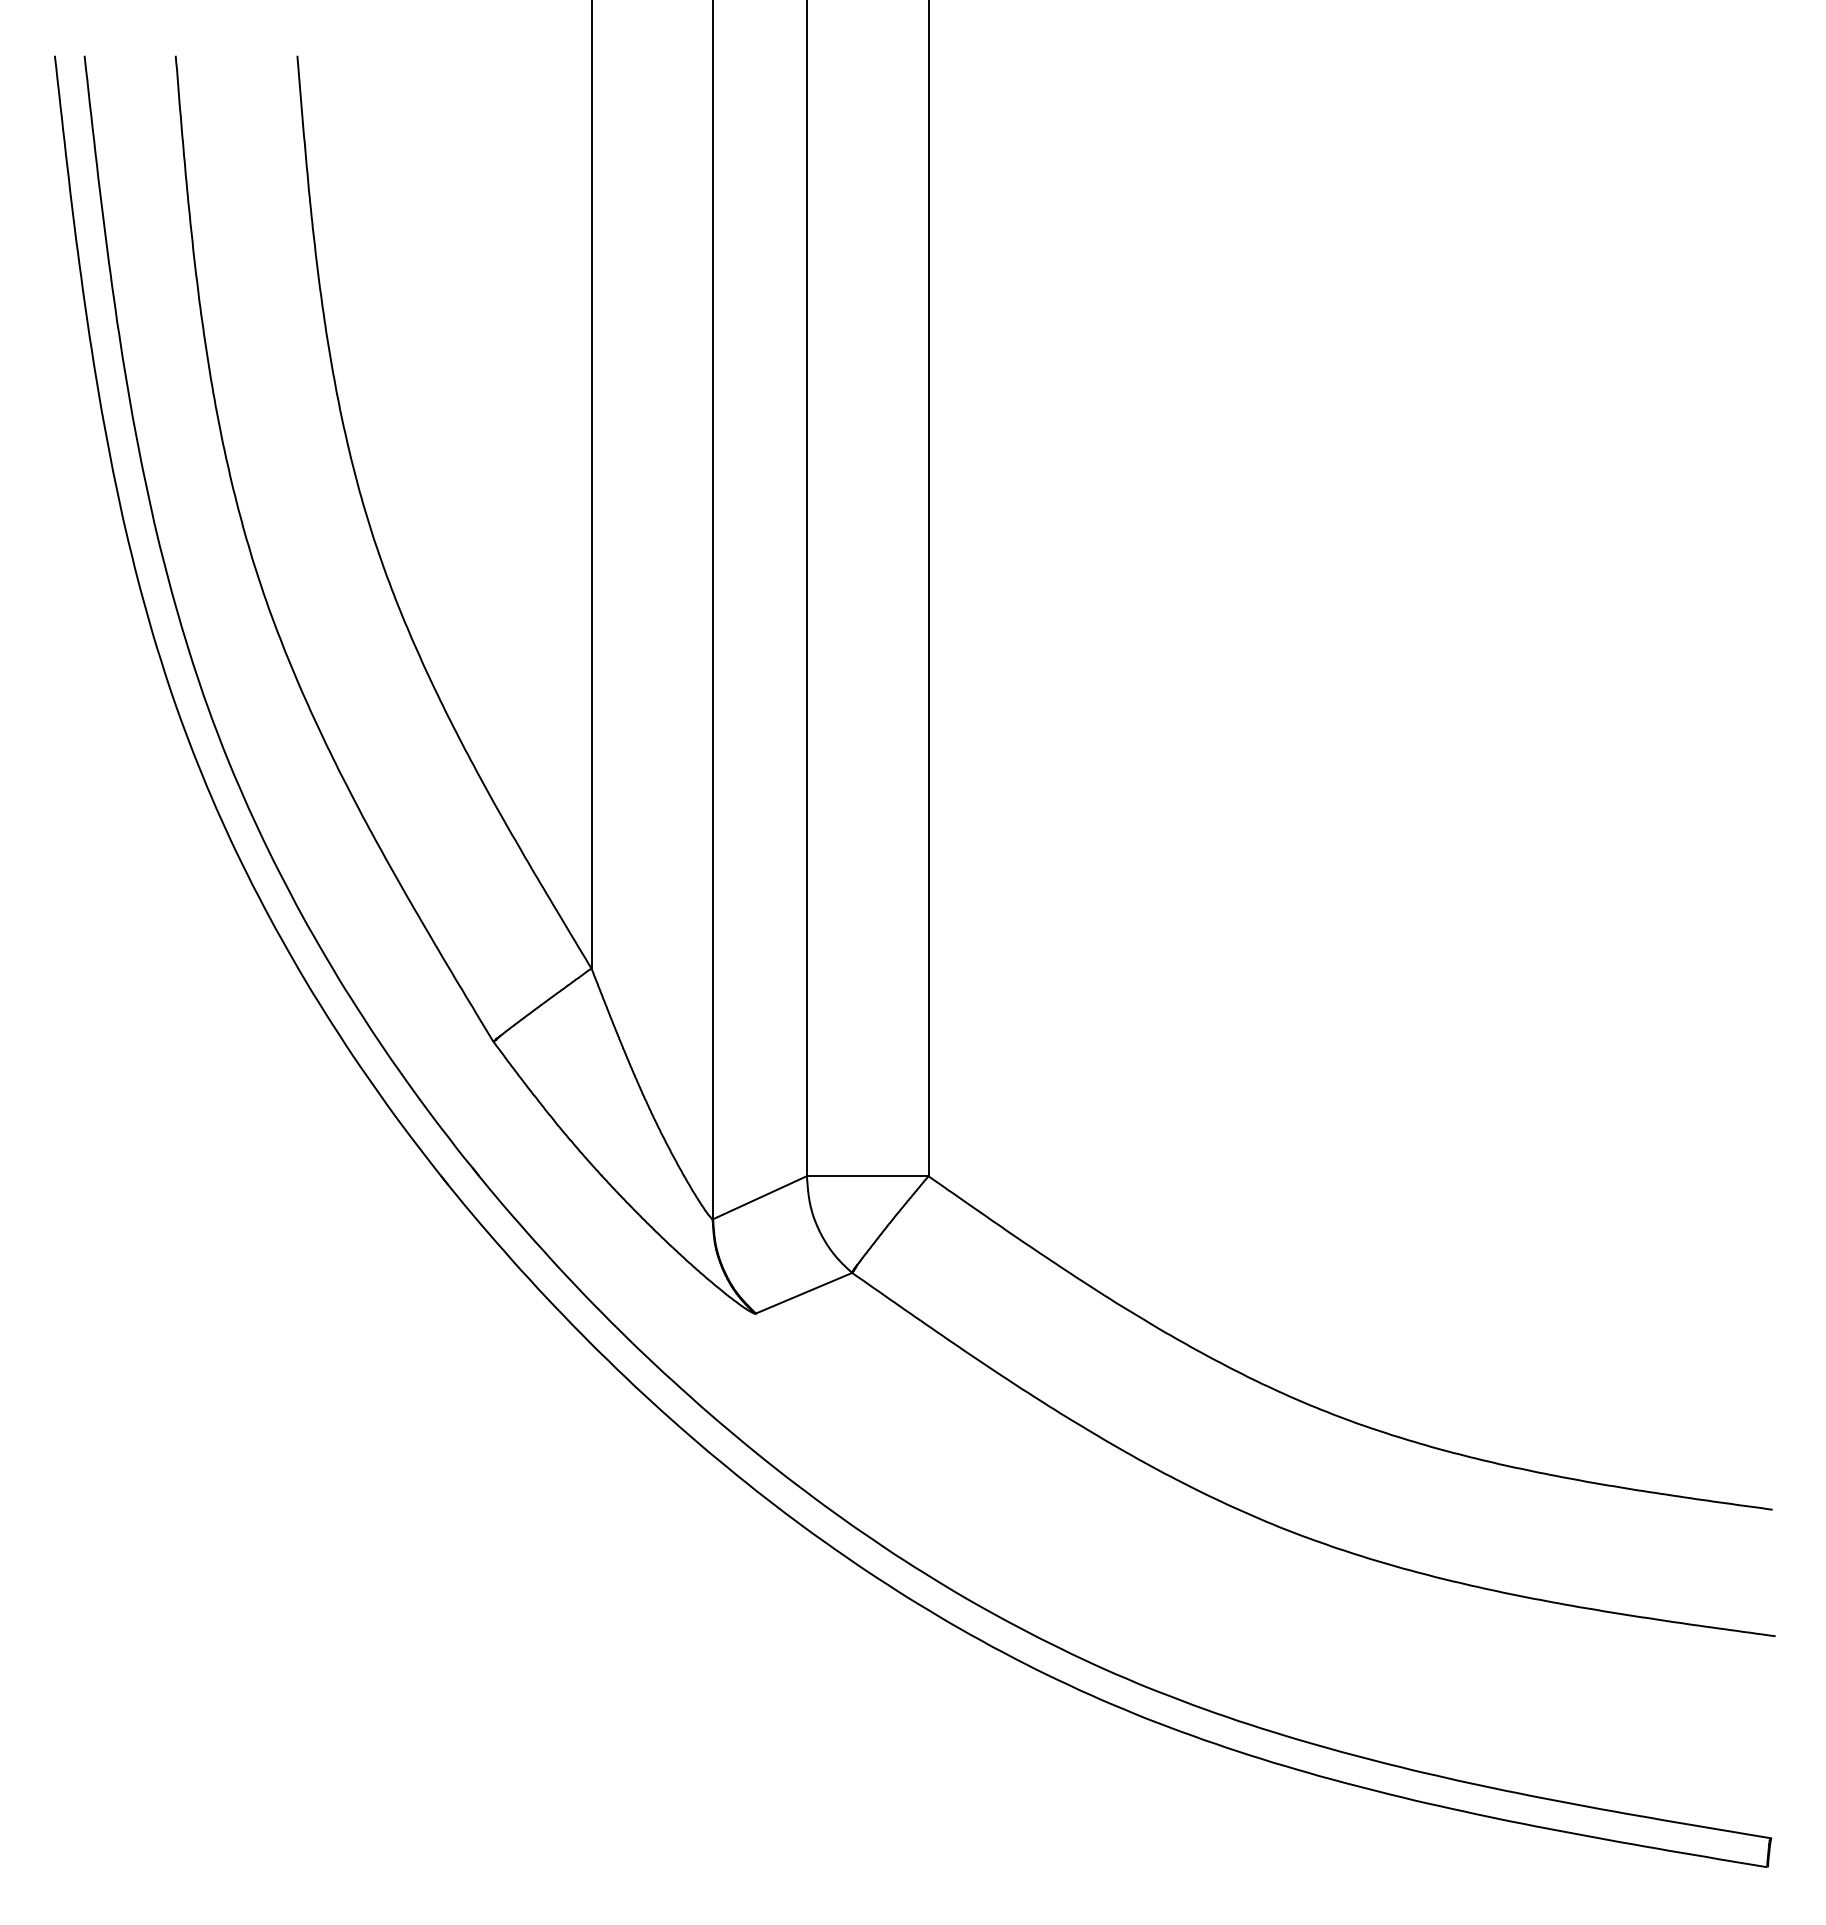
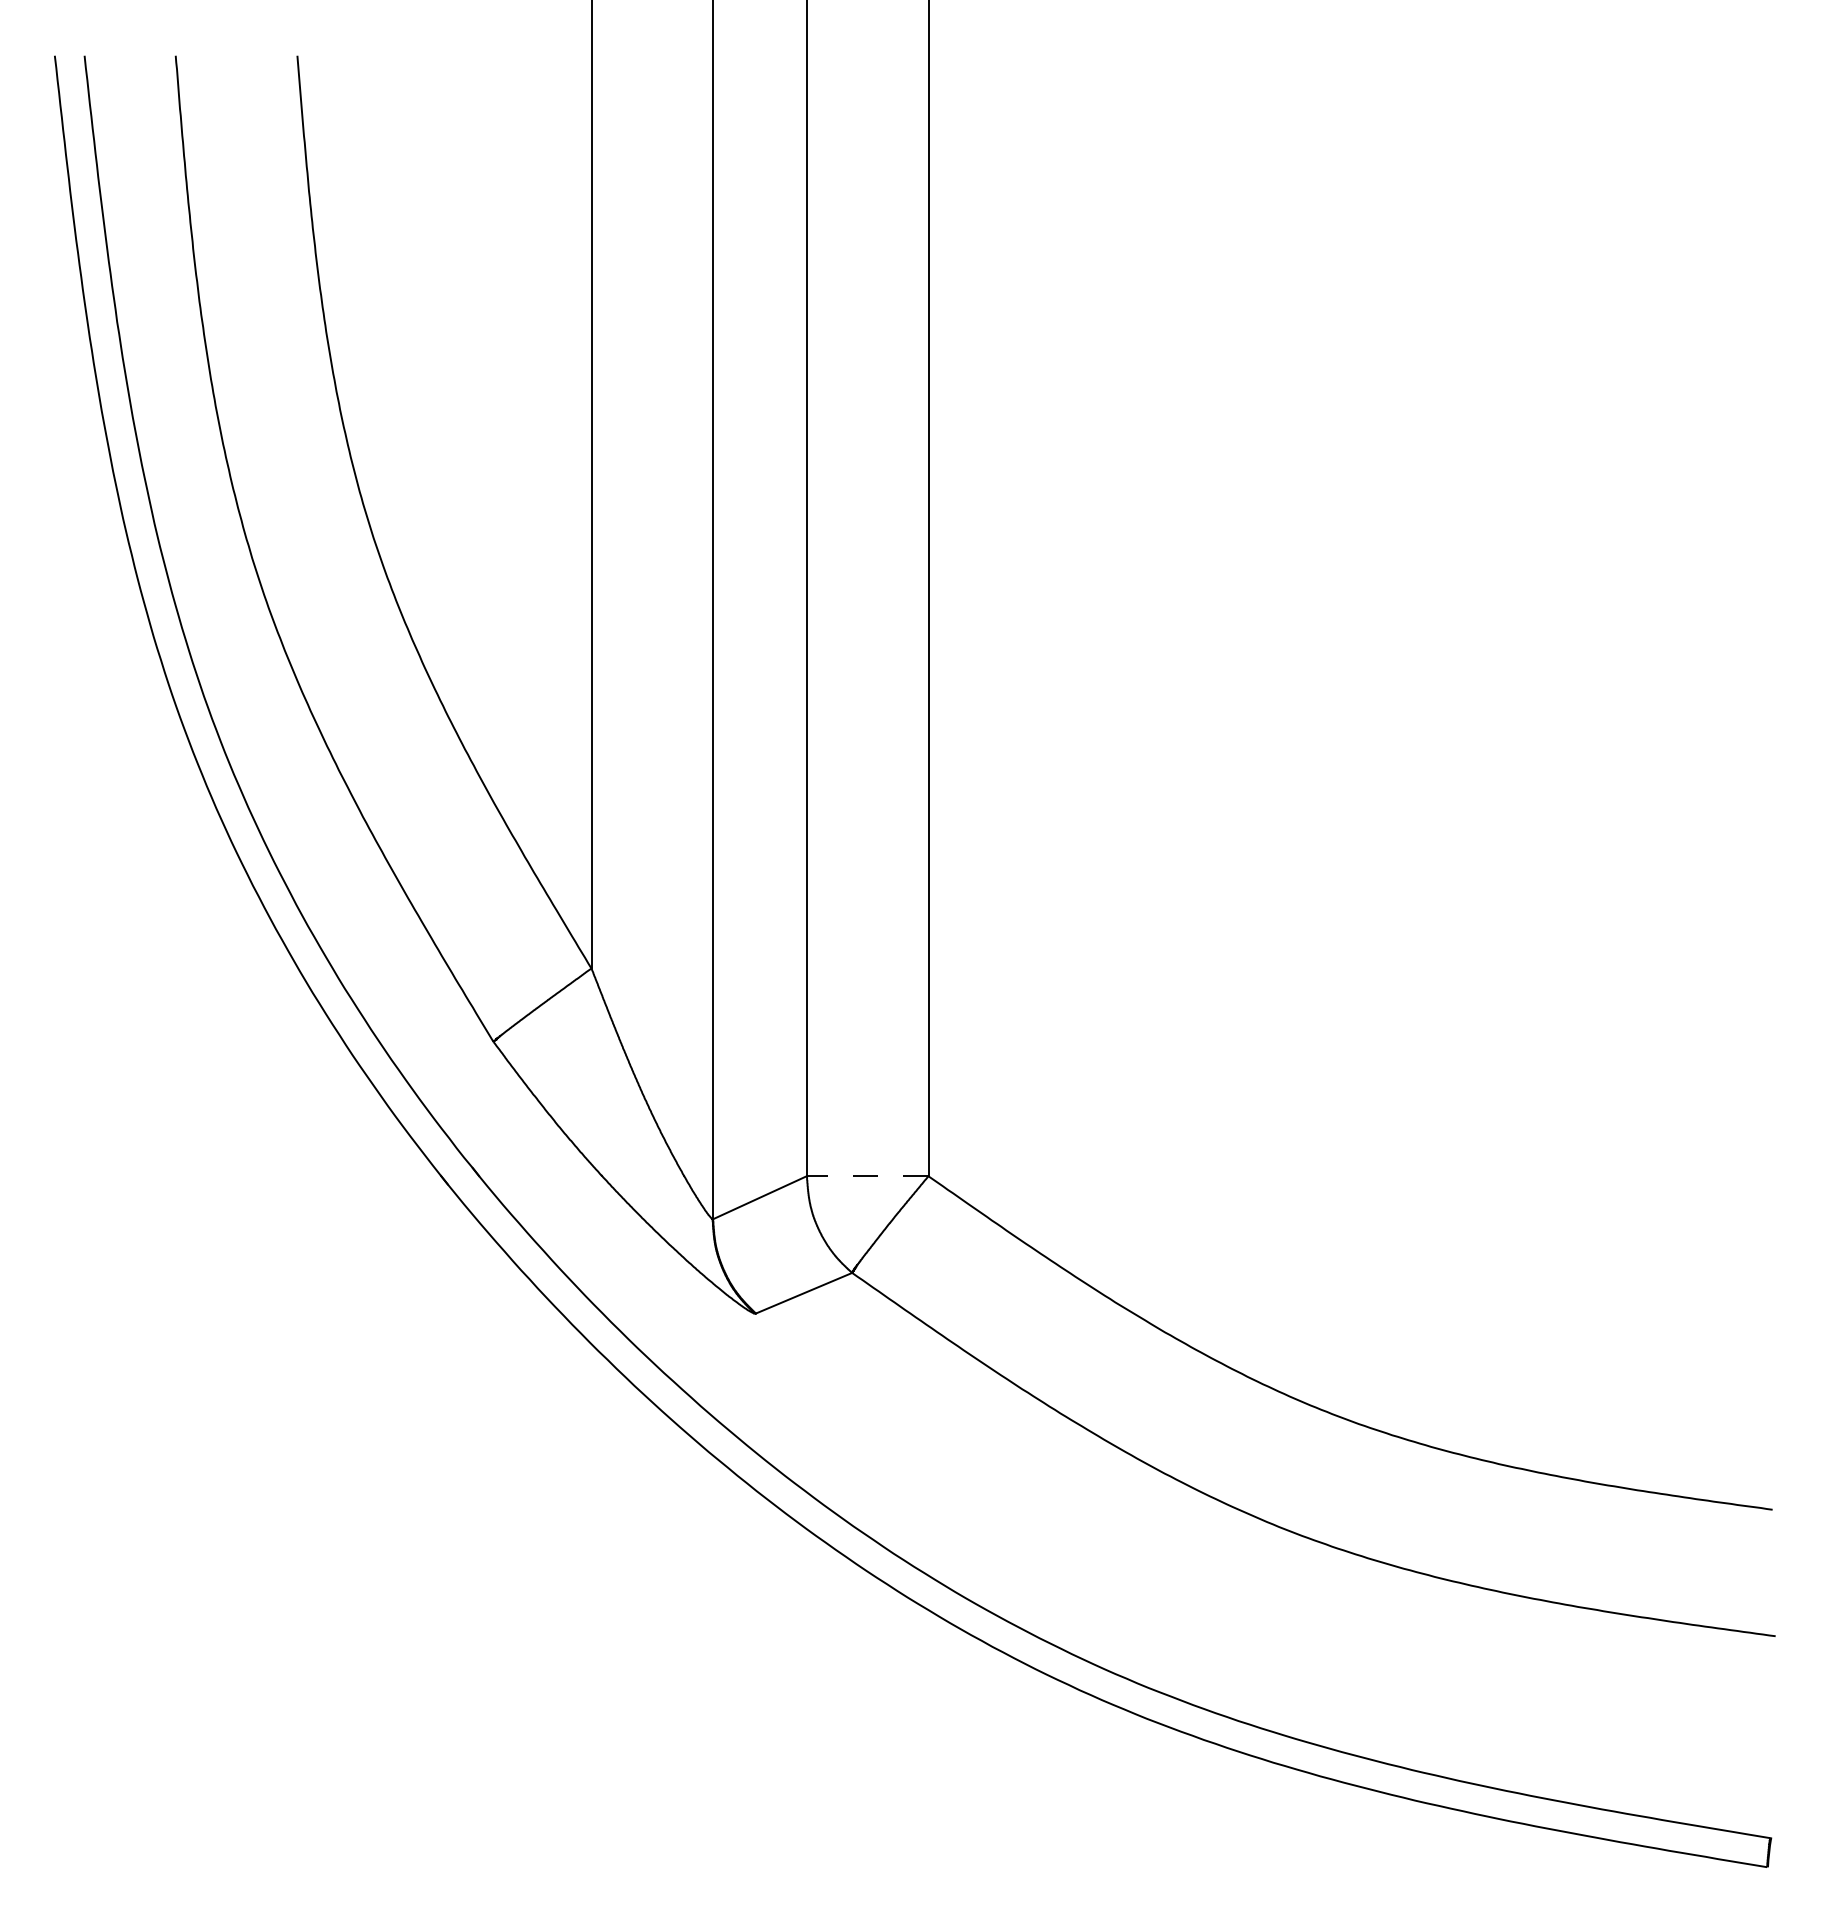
line at (867, 1176): solid -> dashed
